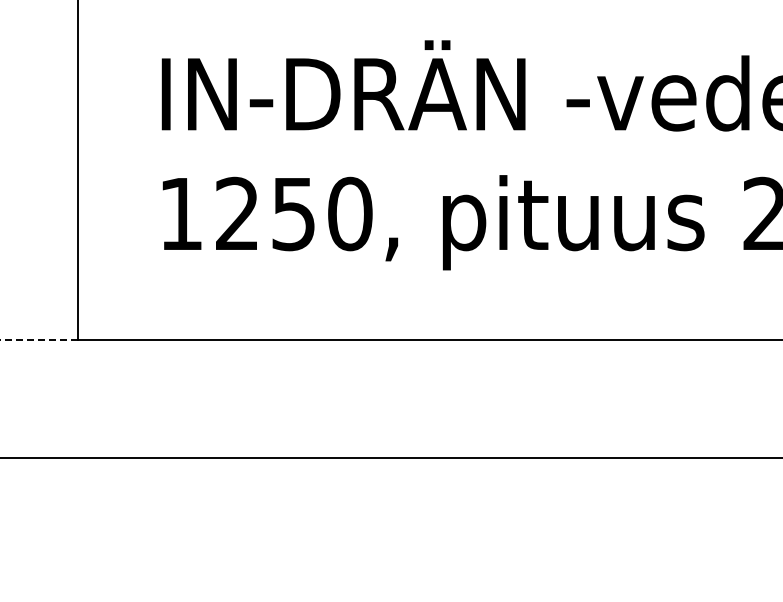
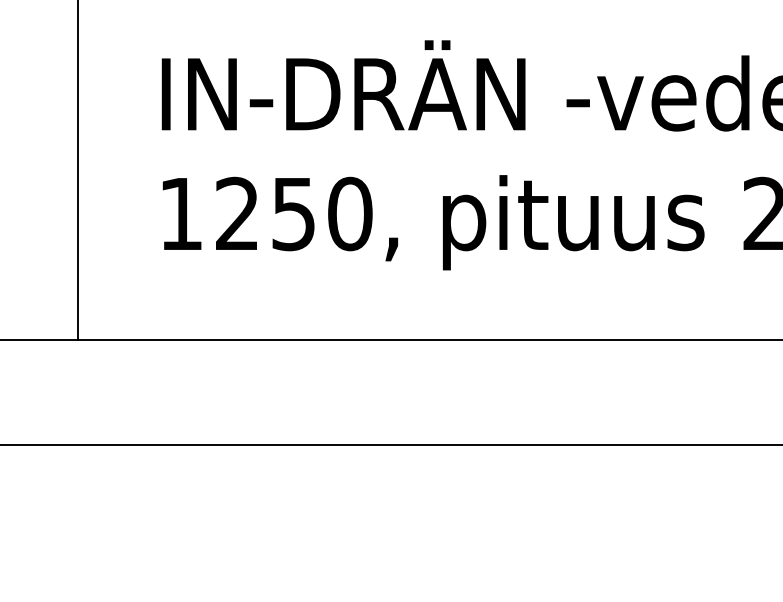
line at (39, 339): dashed -> solid
line at (390, 457) position: (390, 457) -> (390, 444)
